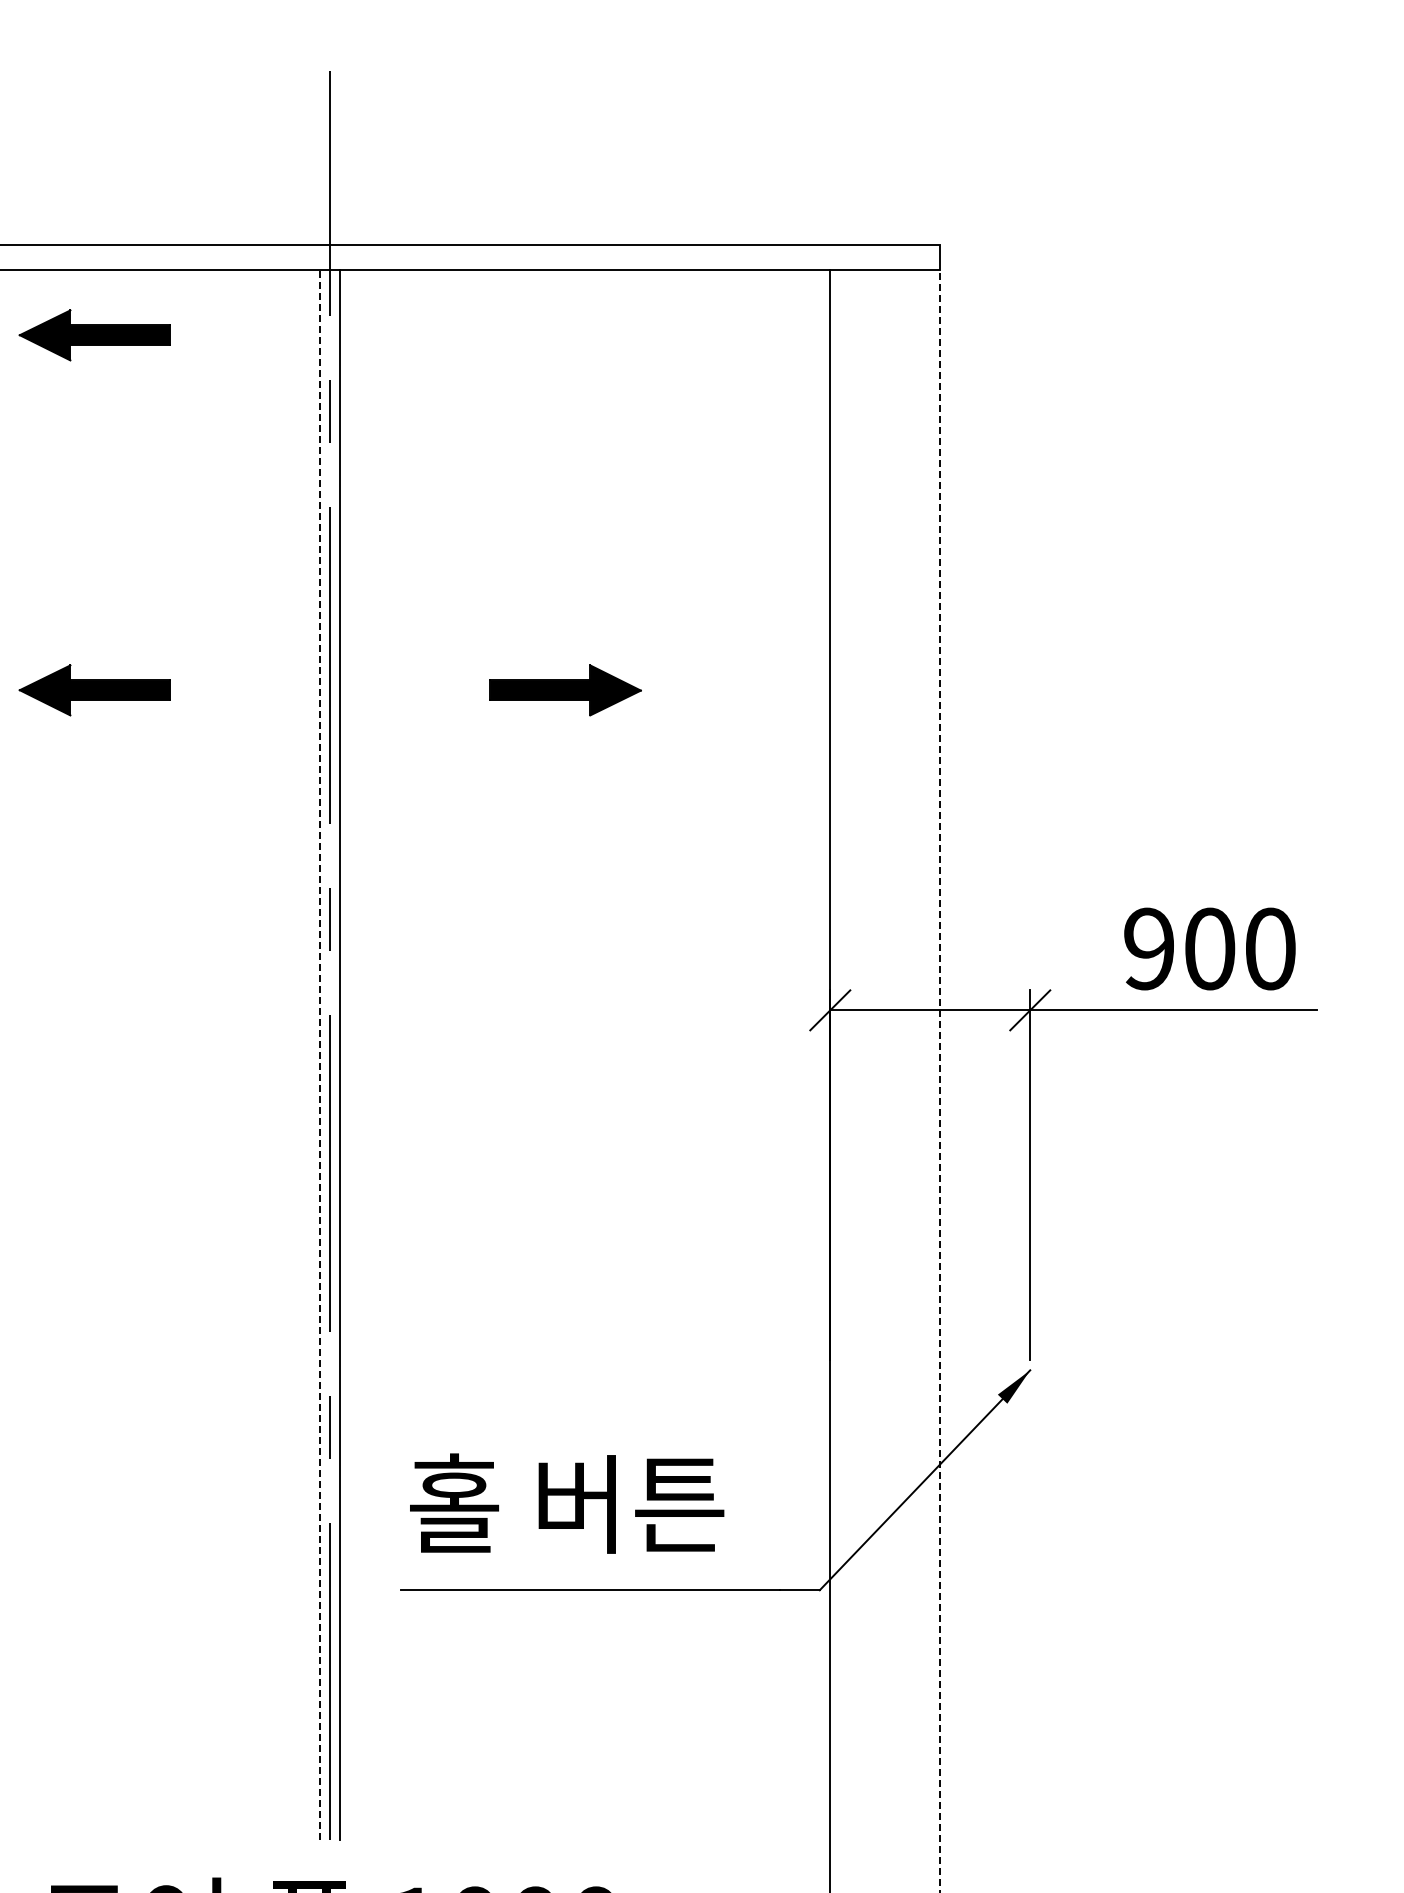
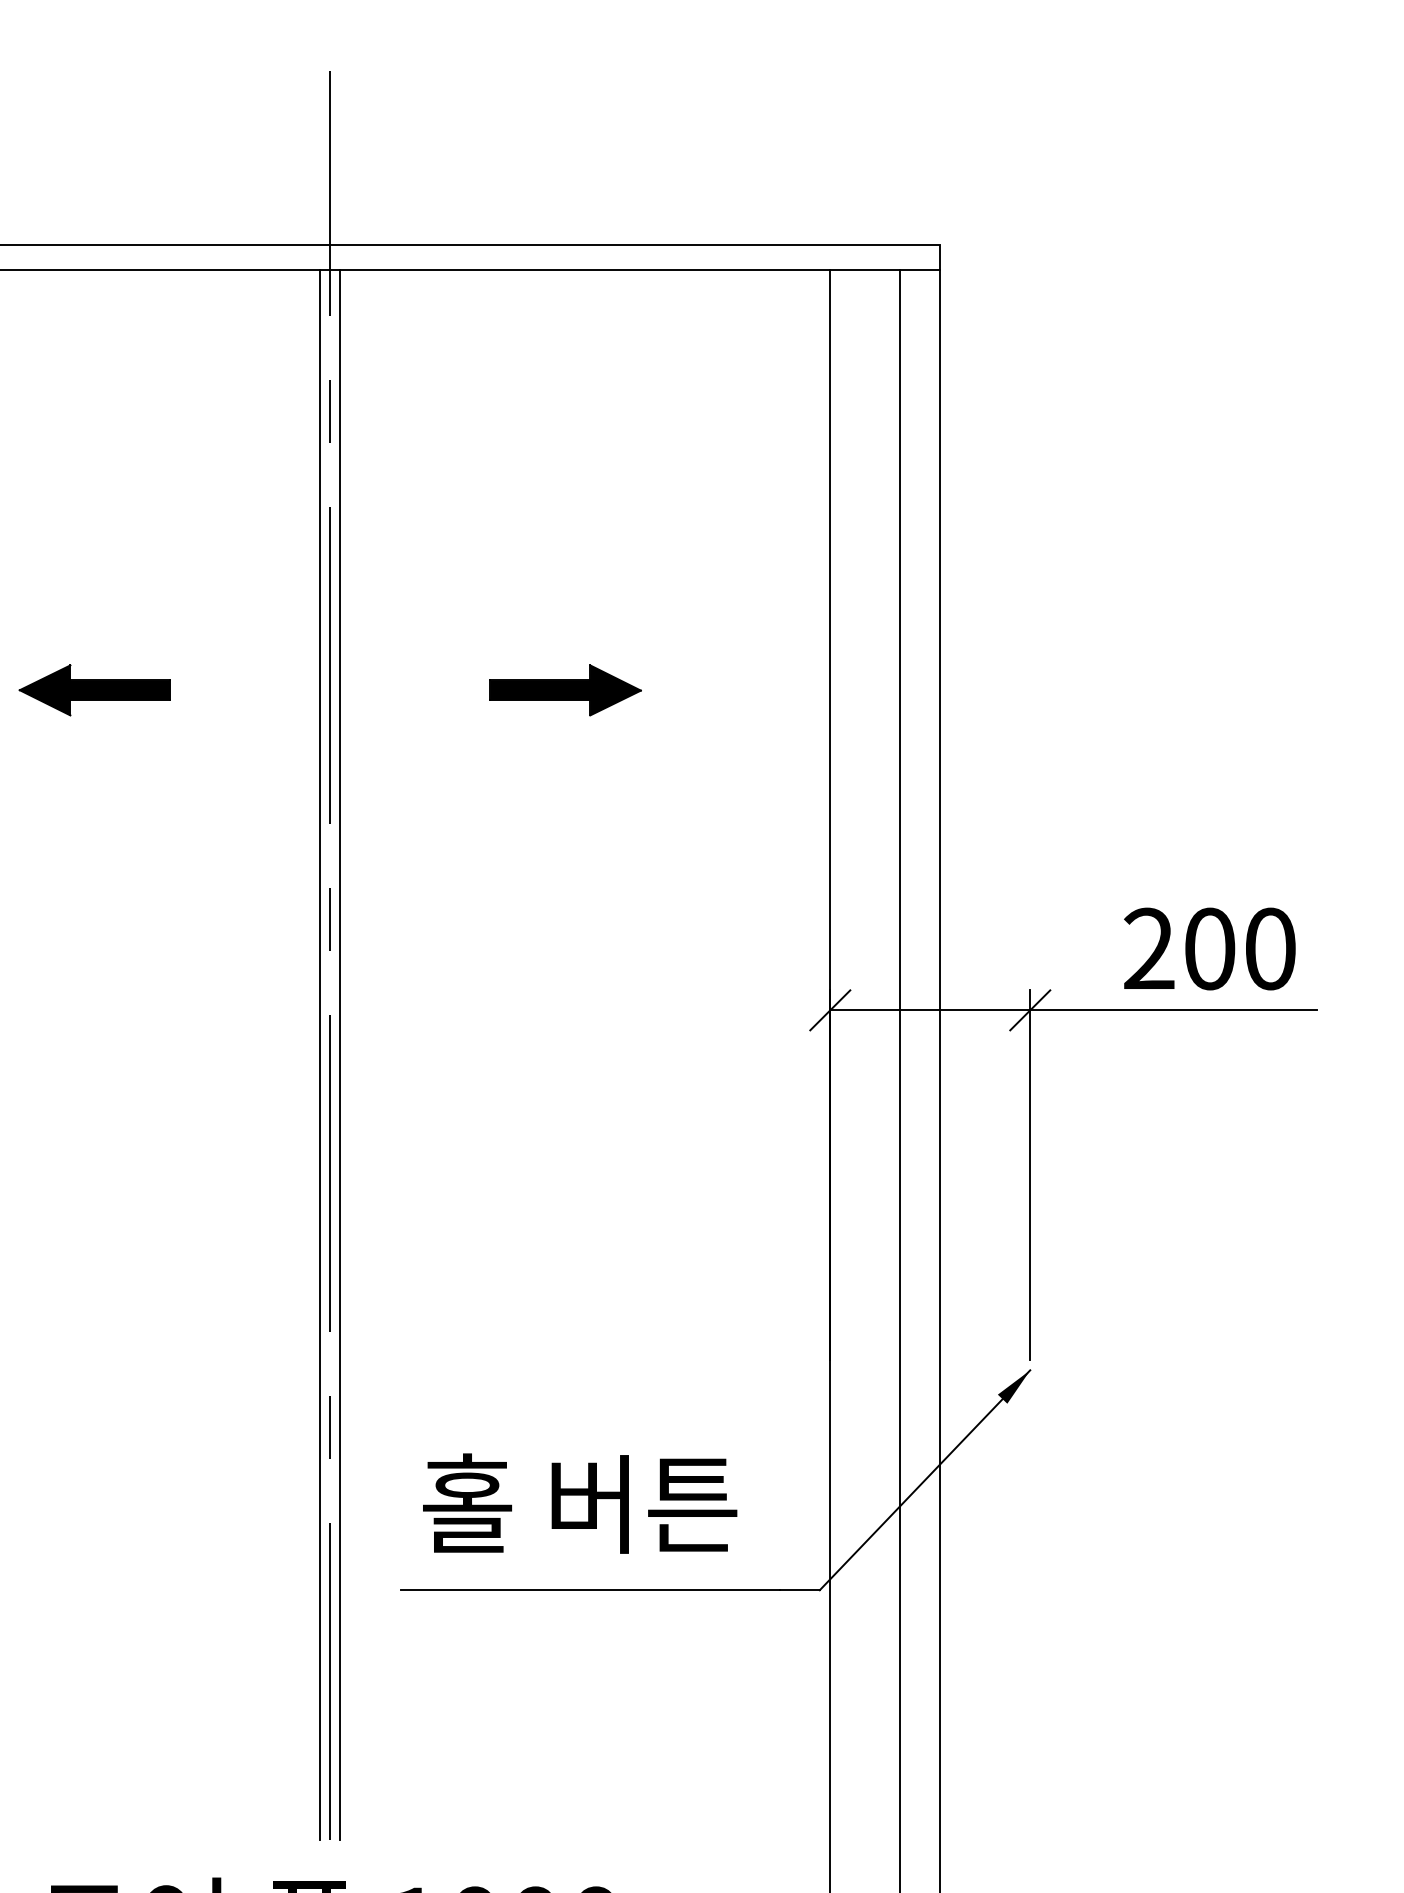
part at (94, 335): present -> none
text at (1149, 949): 900 -> 200
line at (320, 1055): dashed -> solid
line at (900, 1079): none -> present
line at (940, 1081): dashed -> solid
text at (567, 1503) position: (567, 1503) -> (580, 1503)
